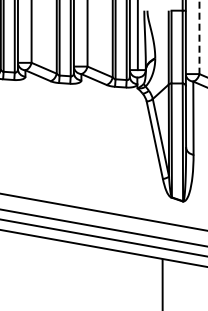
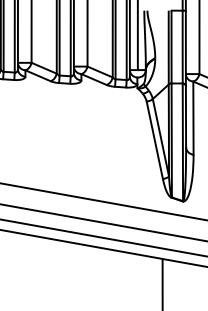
line at (199, 37): dashed -> solid
line at (103, 212) position: (103, 212) -> (103, 201)
line at (103, 227) position: (103, 227) -> (103, 222)
